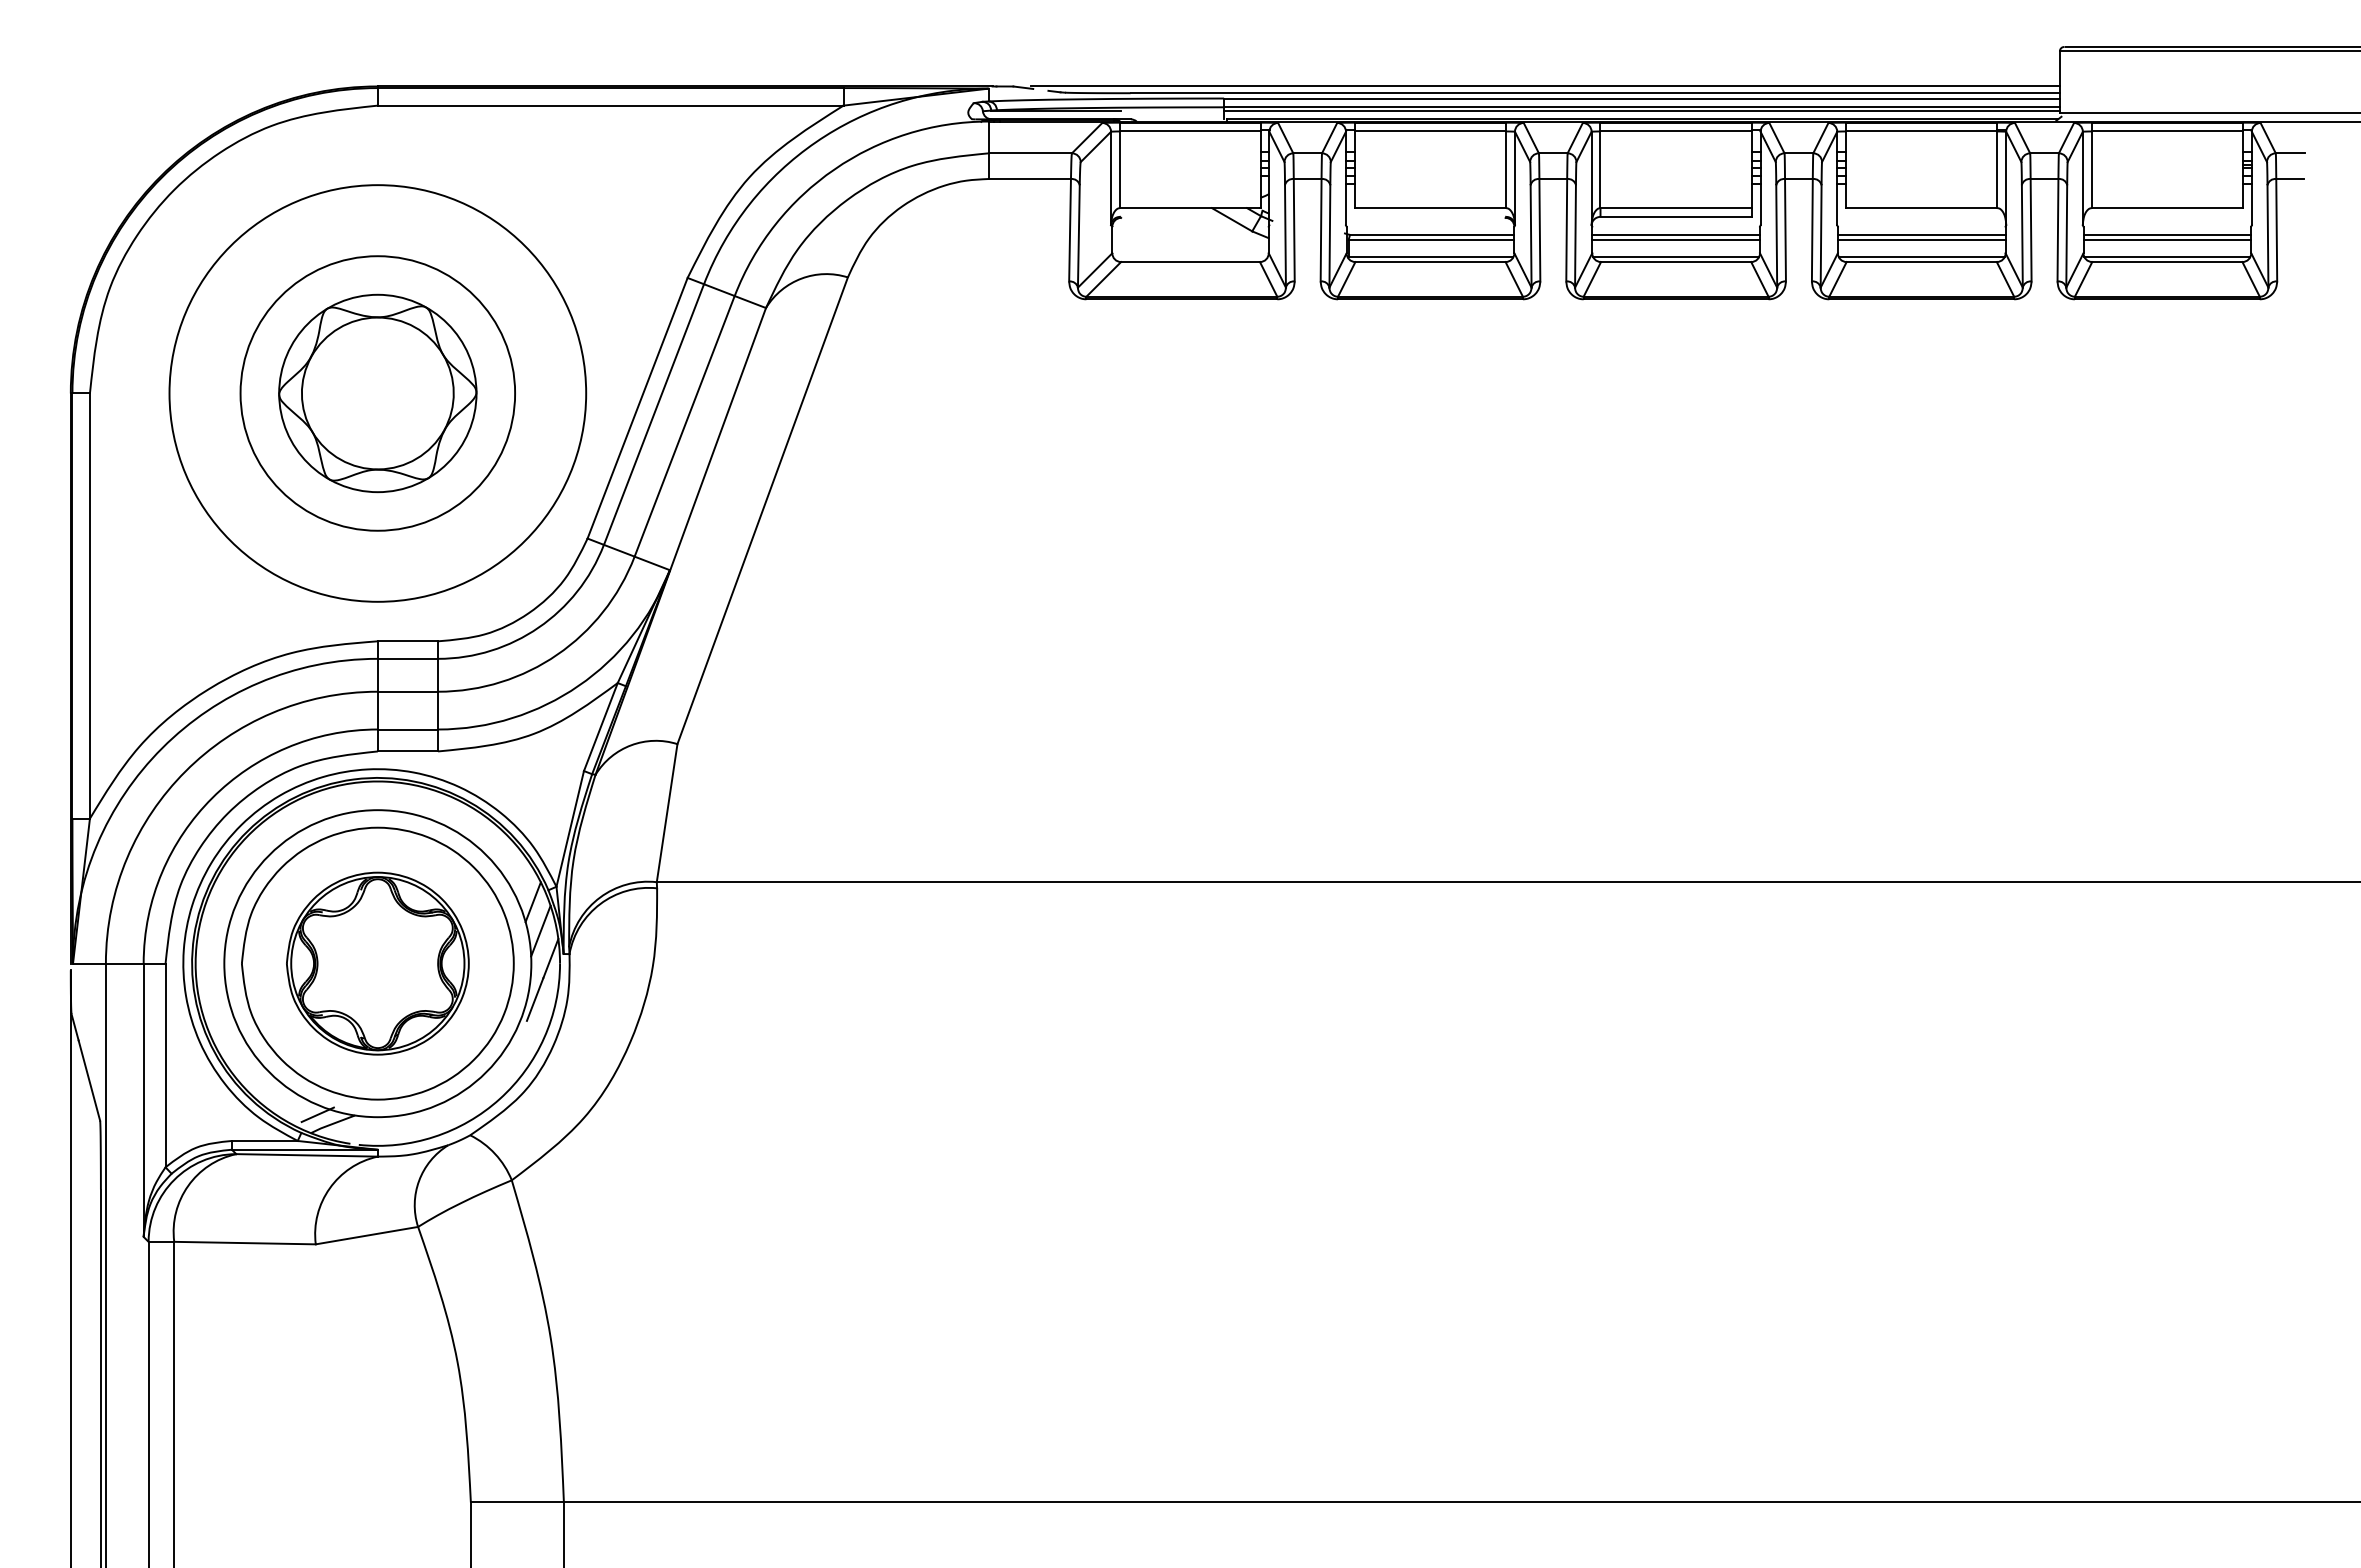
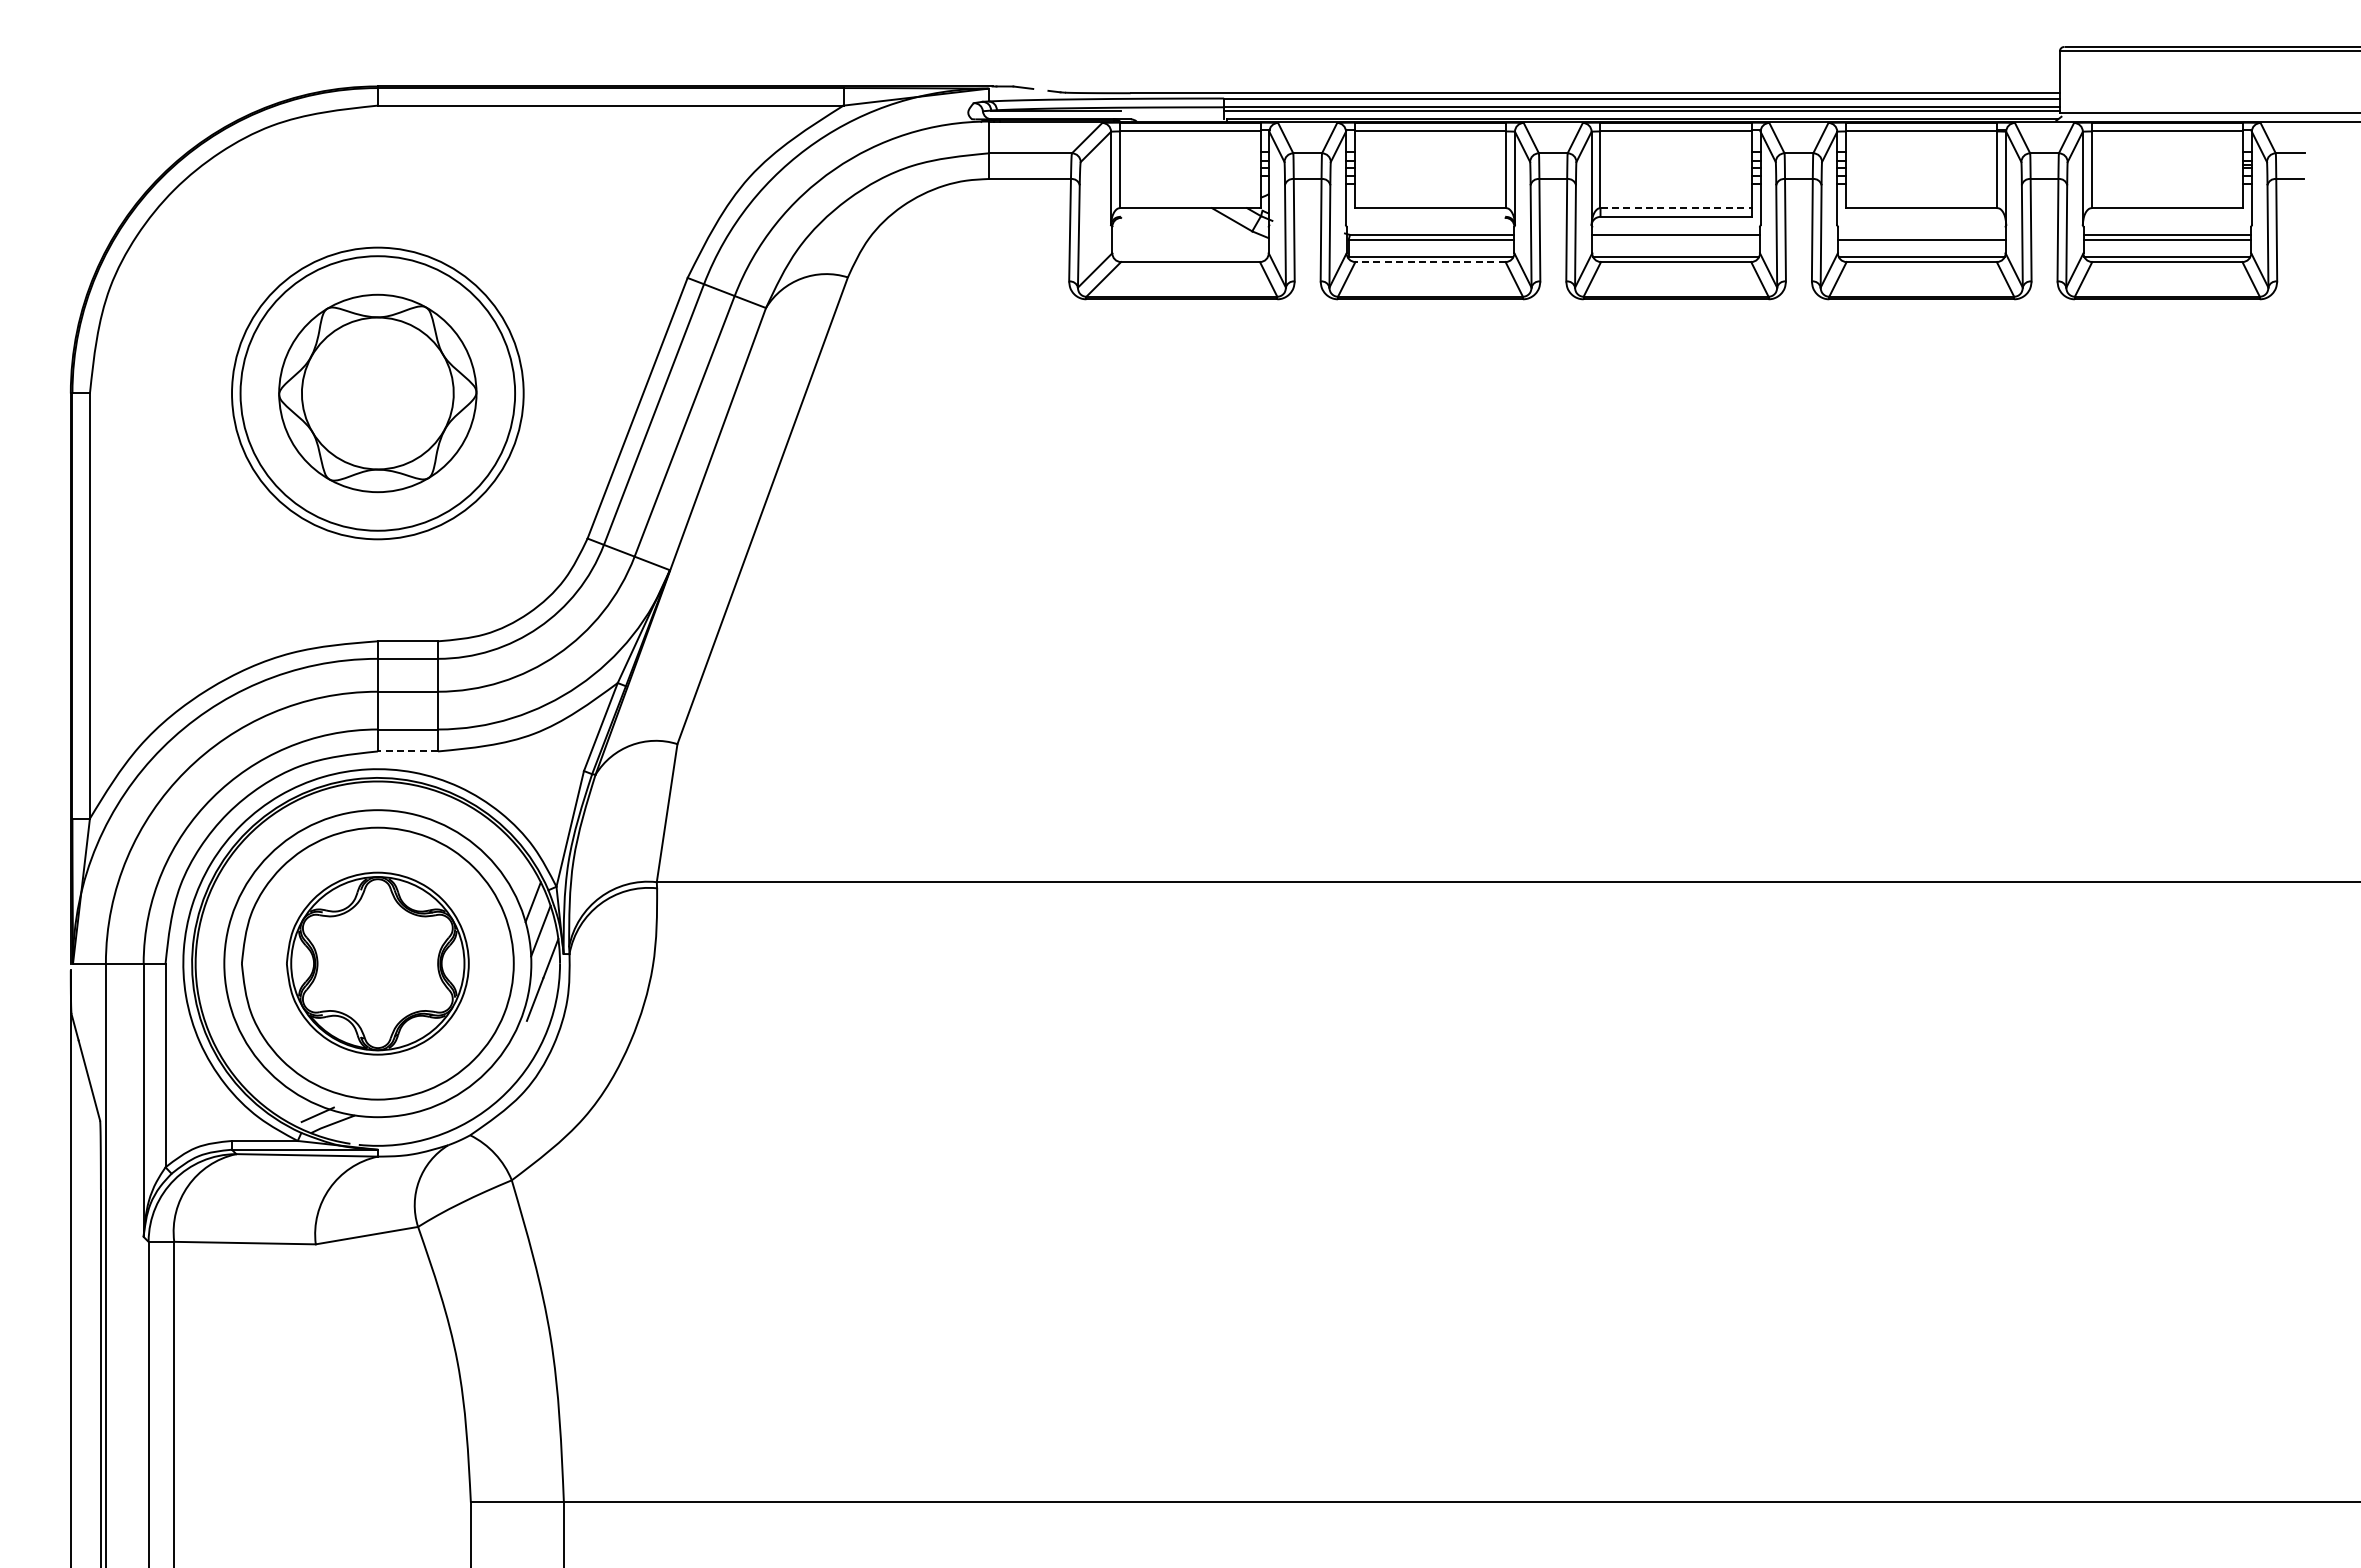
line at (1545, 86): present -> none
line at (1676, 208): solid -> dashed
line at (1921, 234): present -> none
line at (1675, 239): present -> none
line at (1430, 262): solid -> dashed
circle at (377, 393) diameter: 417 px -> 292 px
line at (407, 751): solid -> dashed
